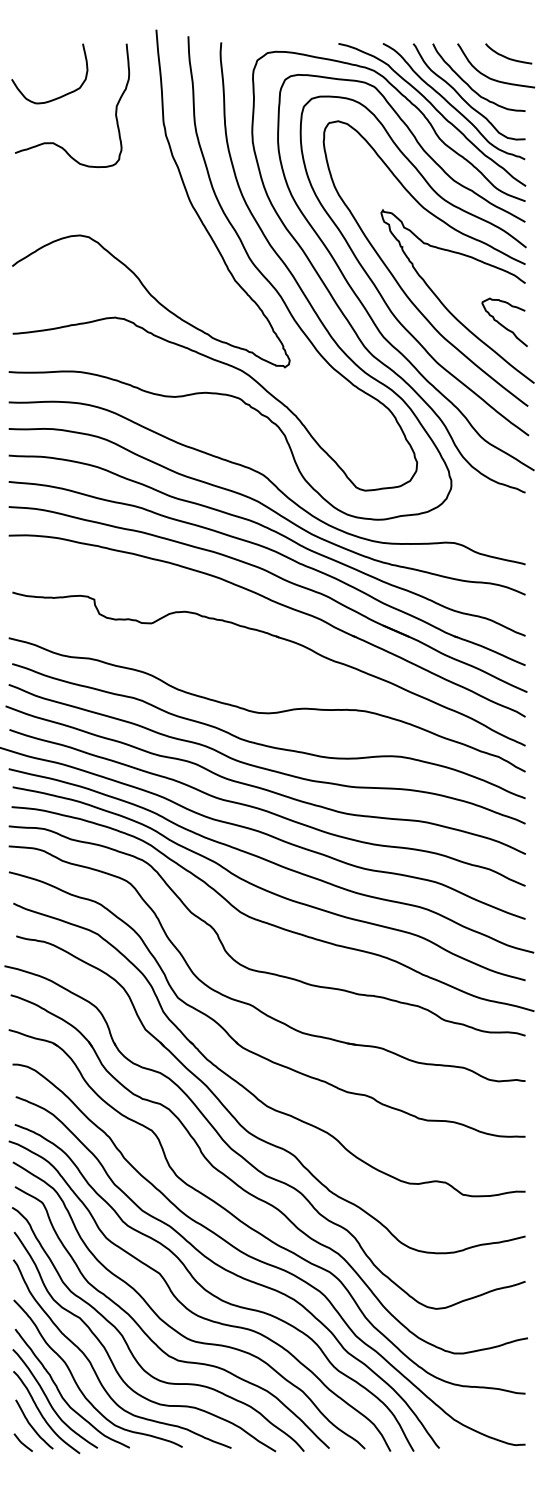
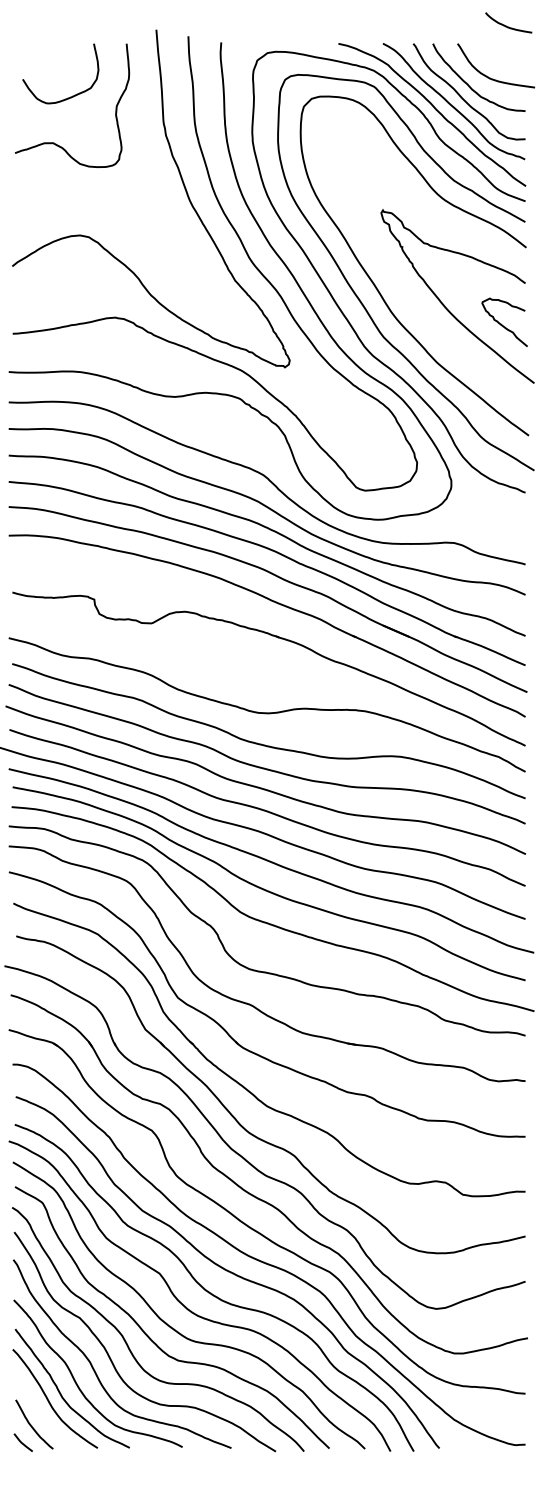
curve at (506, 56) position: (506, 56) -> (506, 25)
curve at (56, 97) position: (56, 97) -> (67, 97)
curve at (397, 280): present -> none
curve at (42, 1414): present -> none
